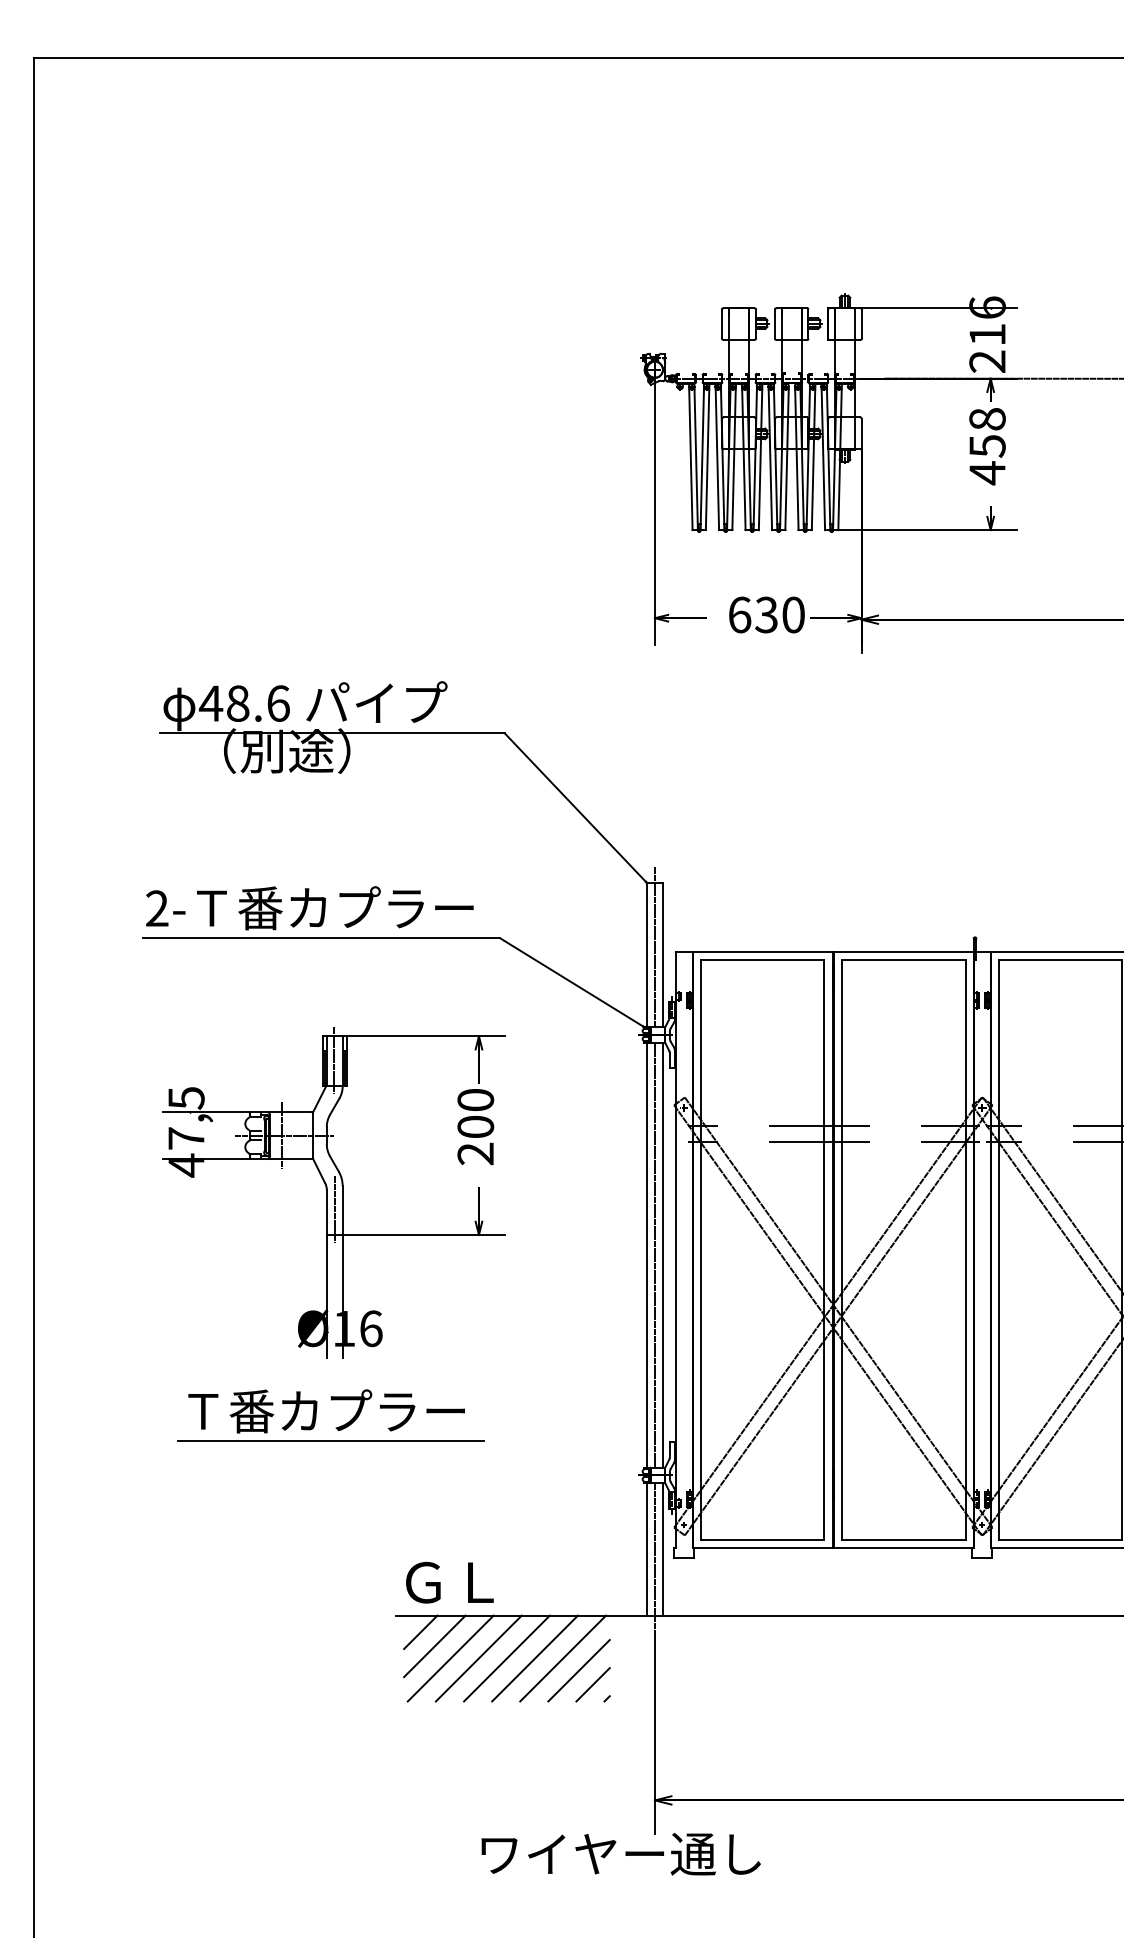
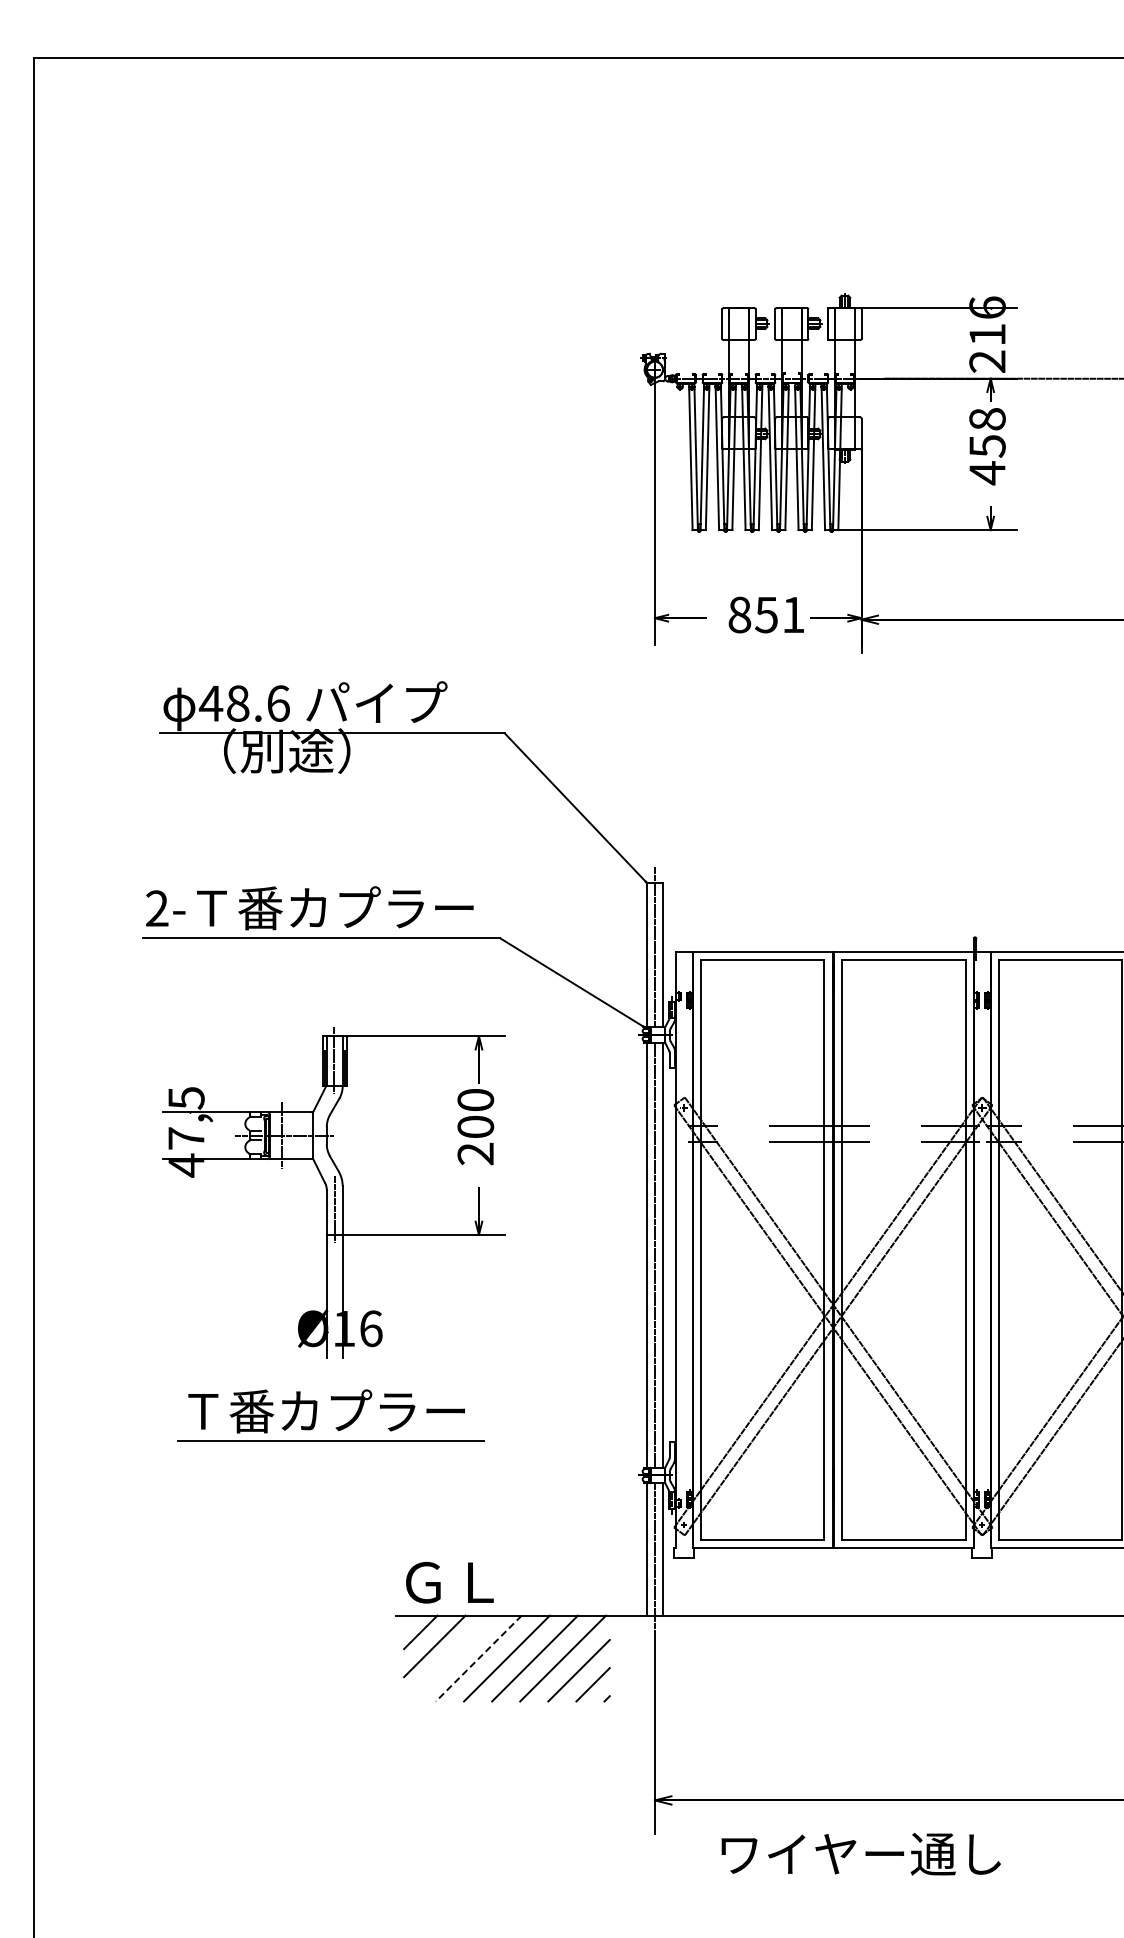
text at (766, 614): 630 -> 851
line at (450, 1658): present -> none
line at (478, 1658): solid -> dashed
text at (620, 1854) position: (620, 1854) -> (860, 1854)
